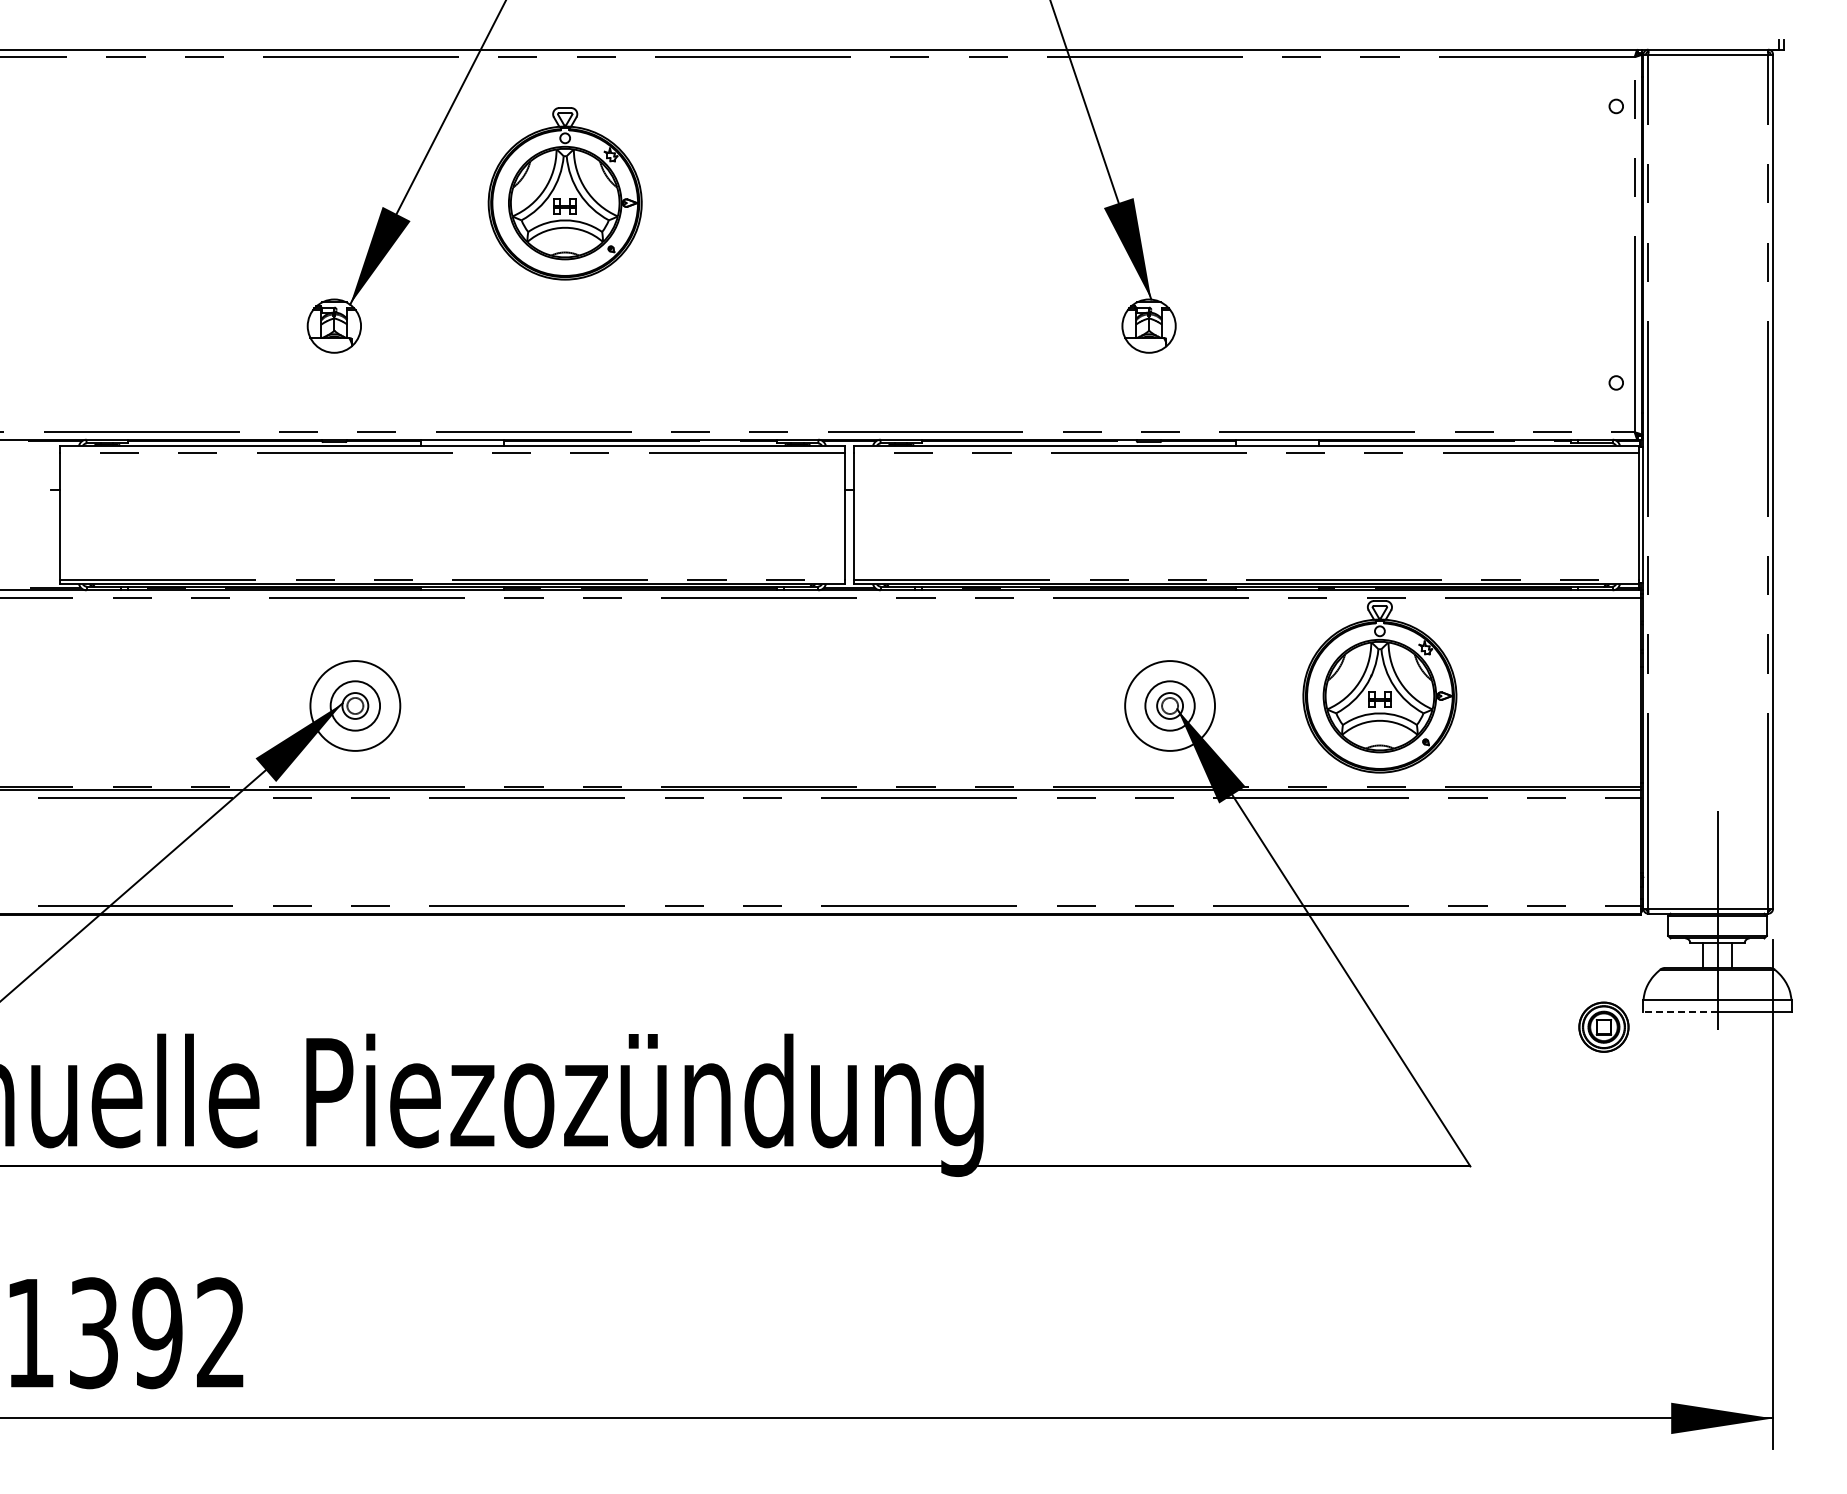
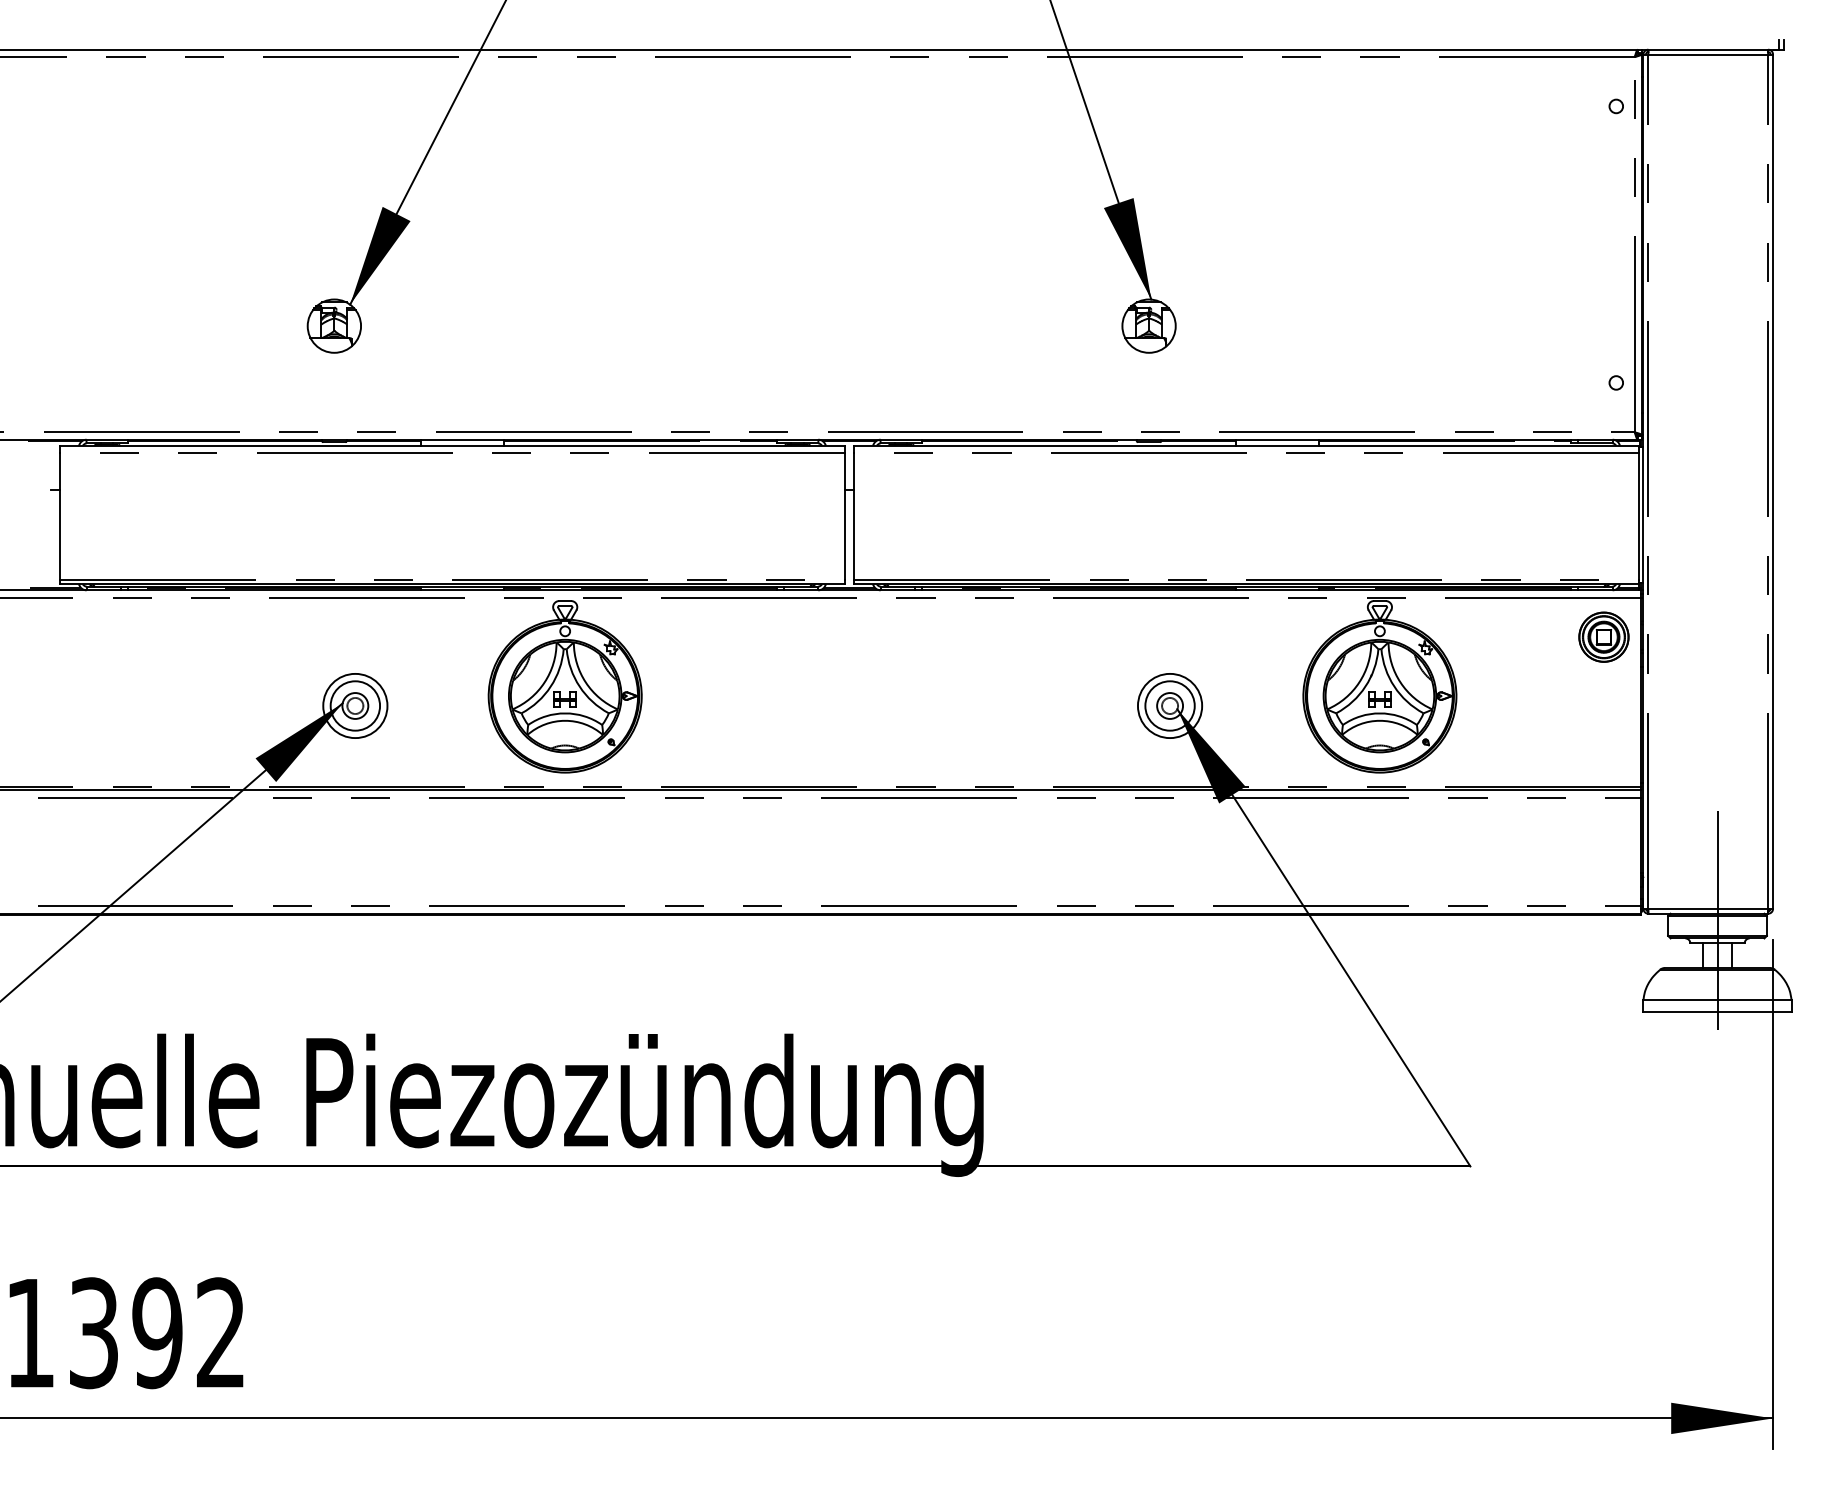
part at (564, 193) position: (564, 193) -> (564, 686)
circle at (355, 705) diameter: 90 px -> 64 px
circle at (1170, 705) diameter: 90 px -> 64 px
line at (1680, 1012): dashed -> solid
part at (1603, 1026) position: (1603, 1026) -> (1603, 636)
